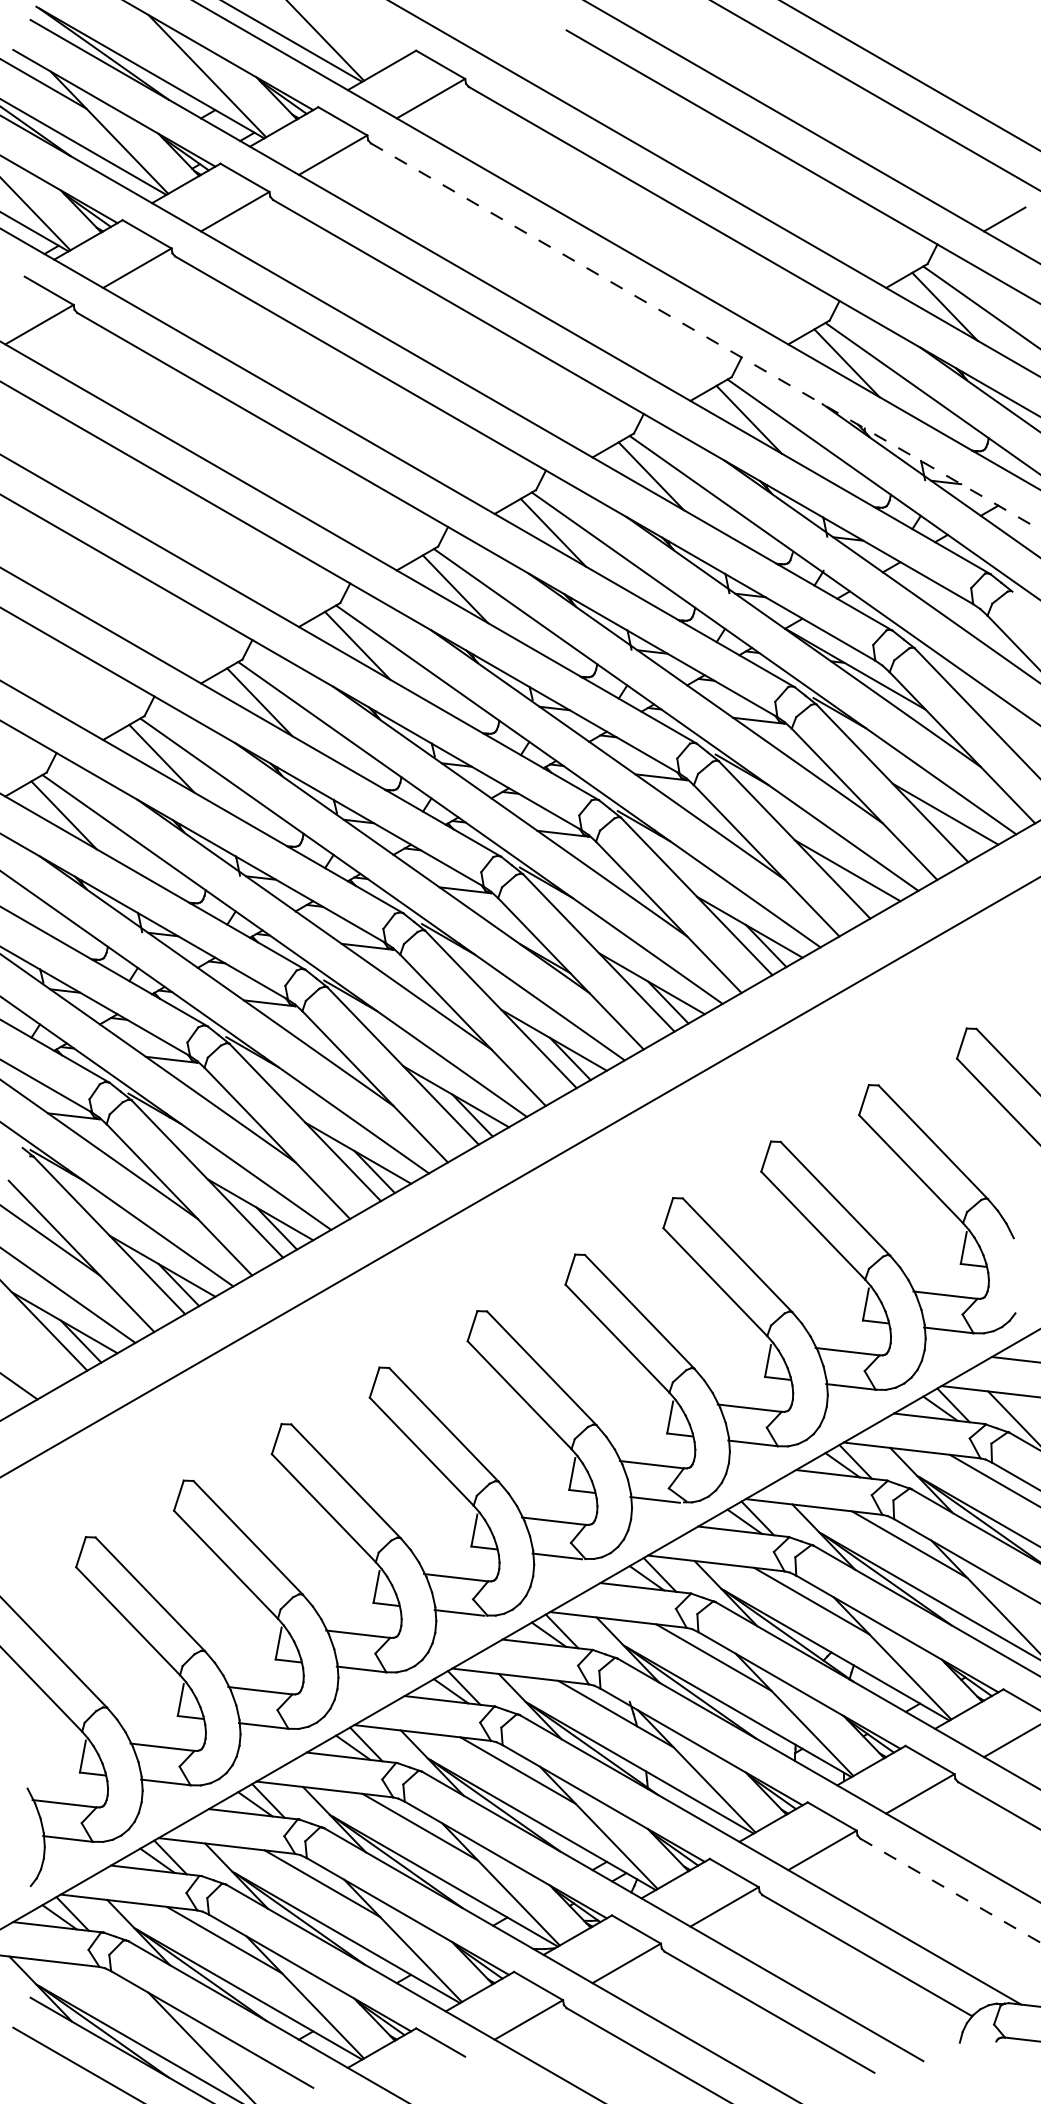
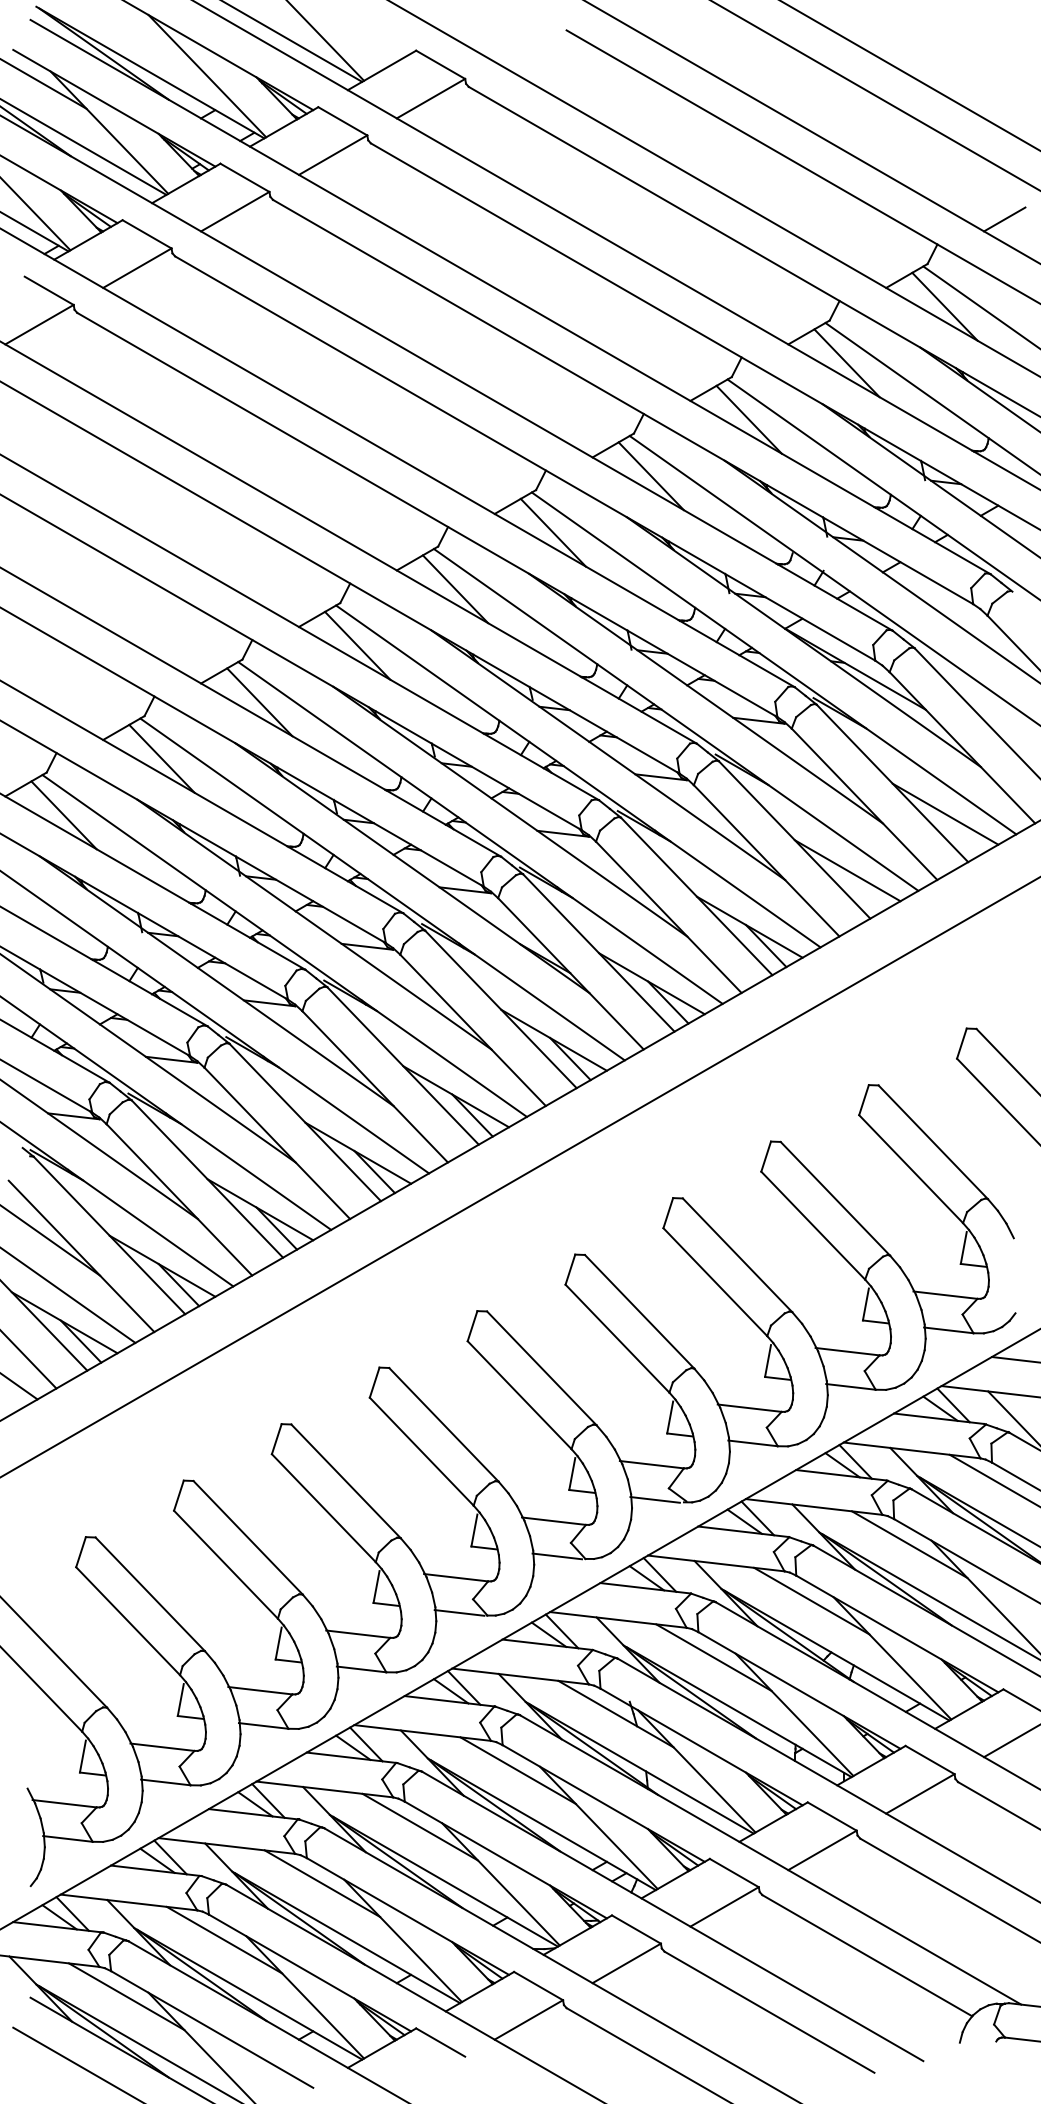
line at (705, 336): dashed -> solid
line at (29, 1360): none -> present
line at (950, 1890): dashed -> solid
line at (126, 1996): none -> present
